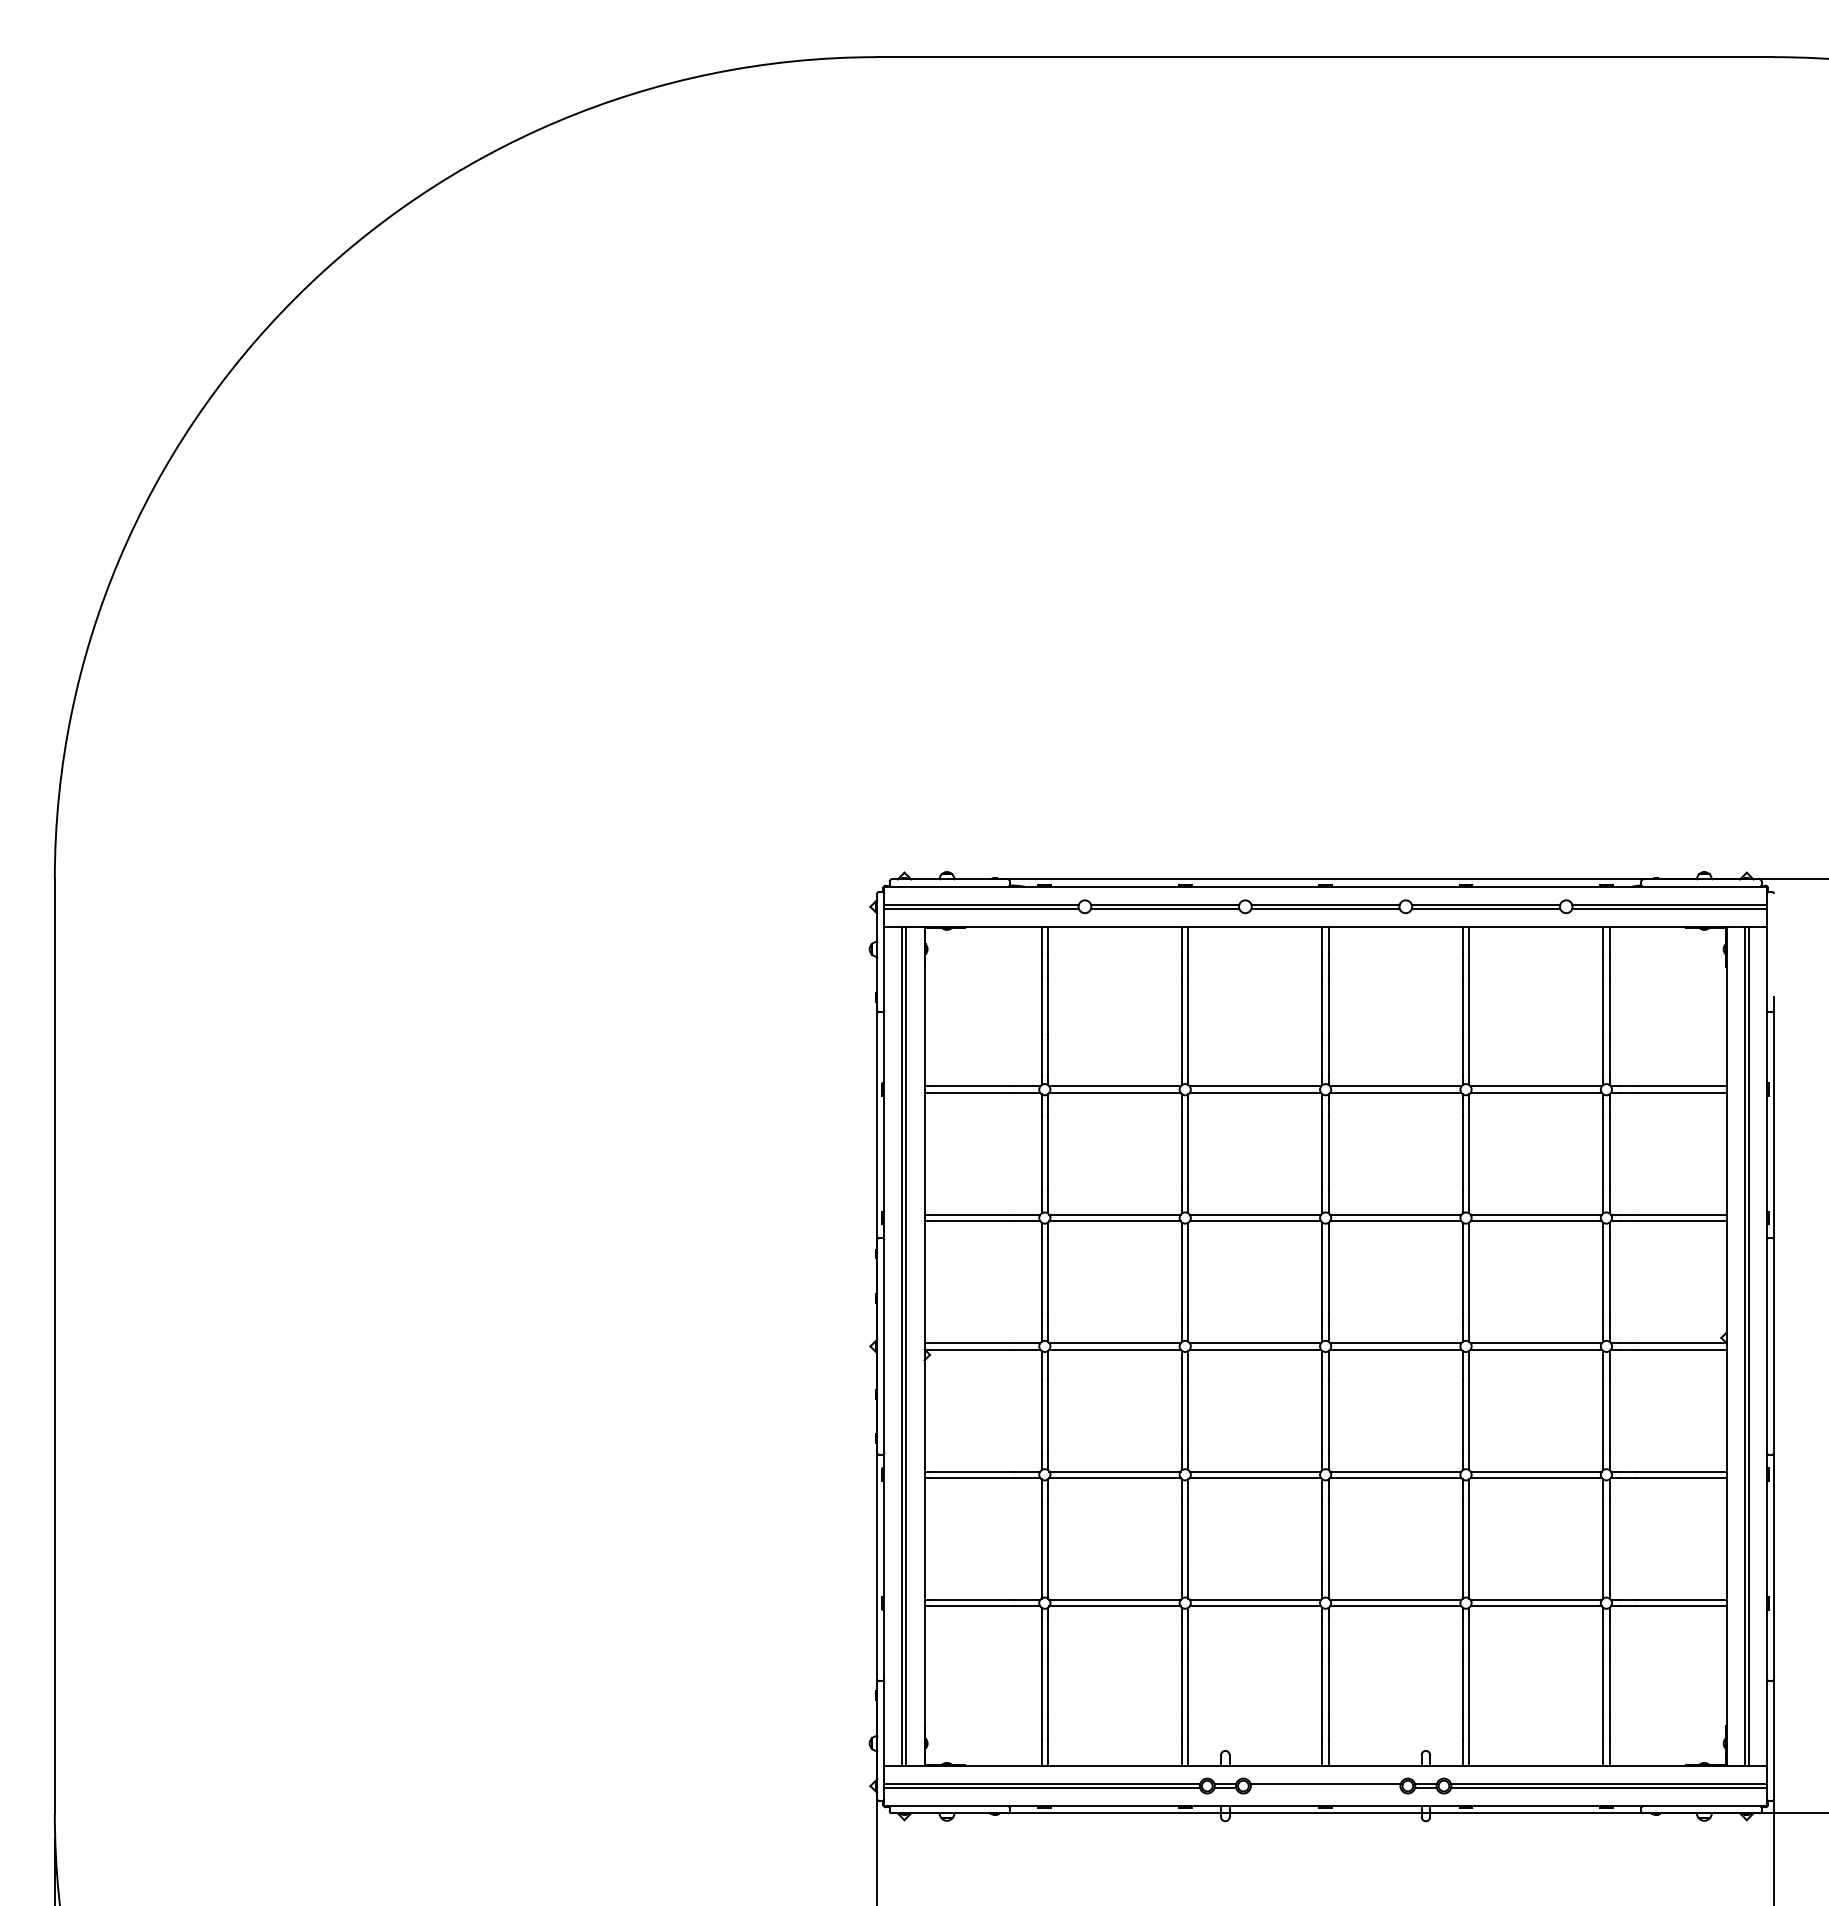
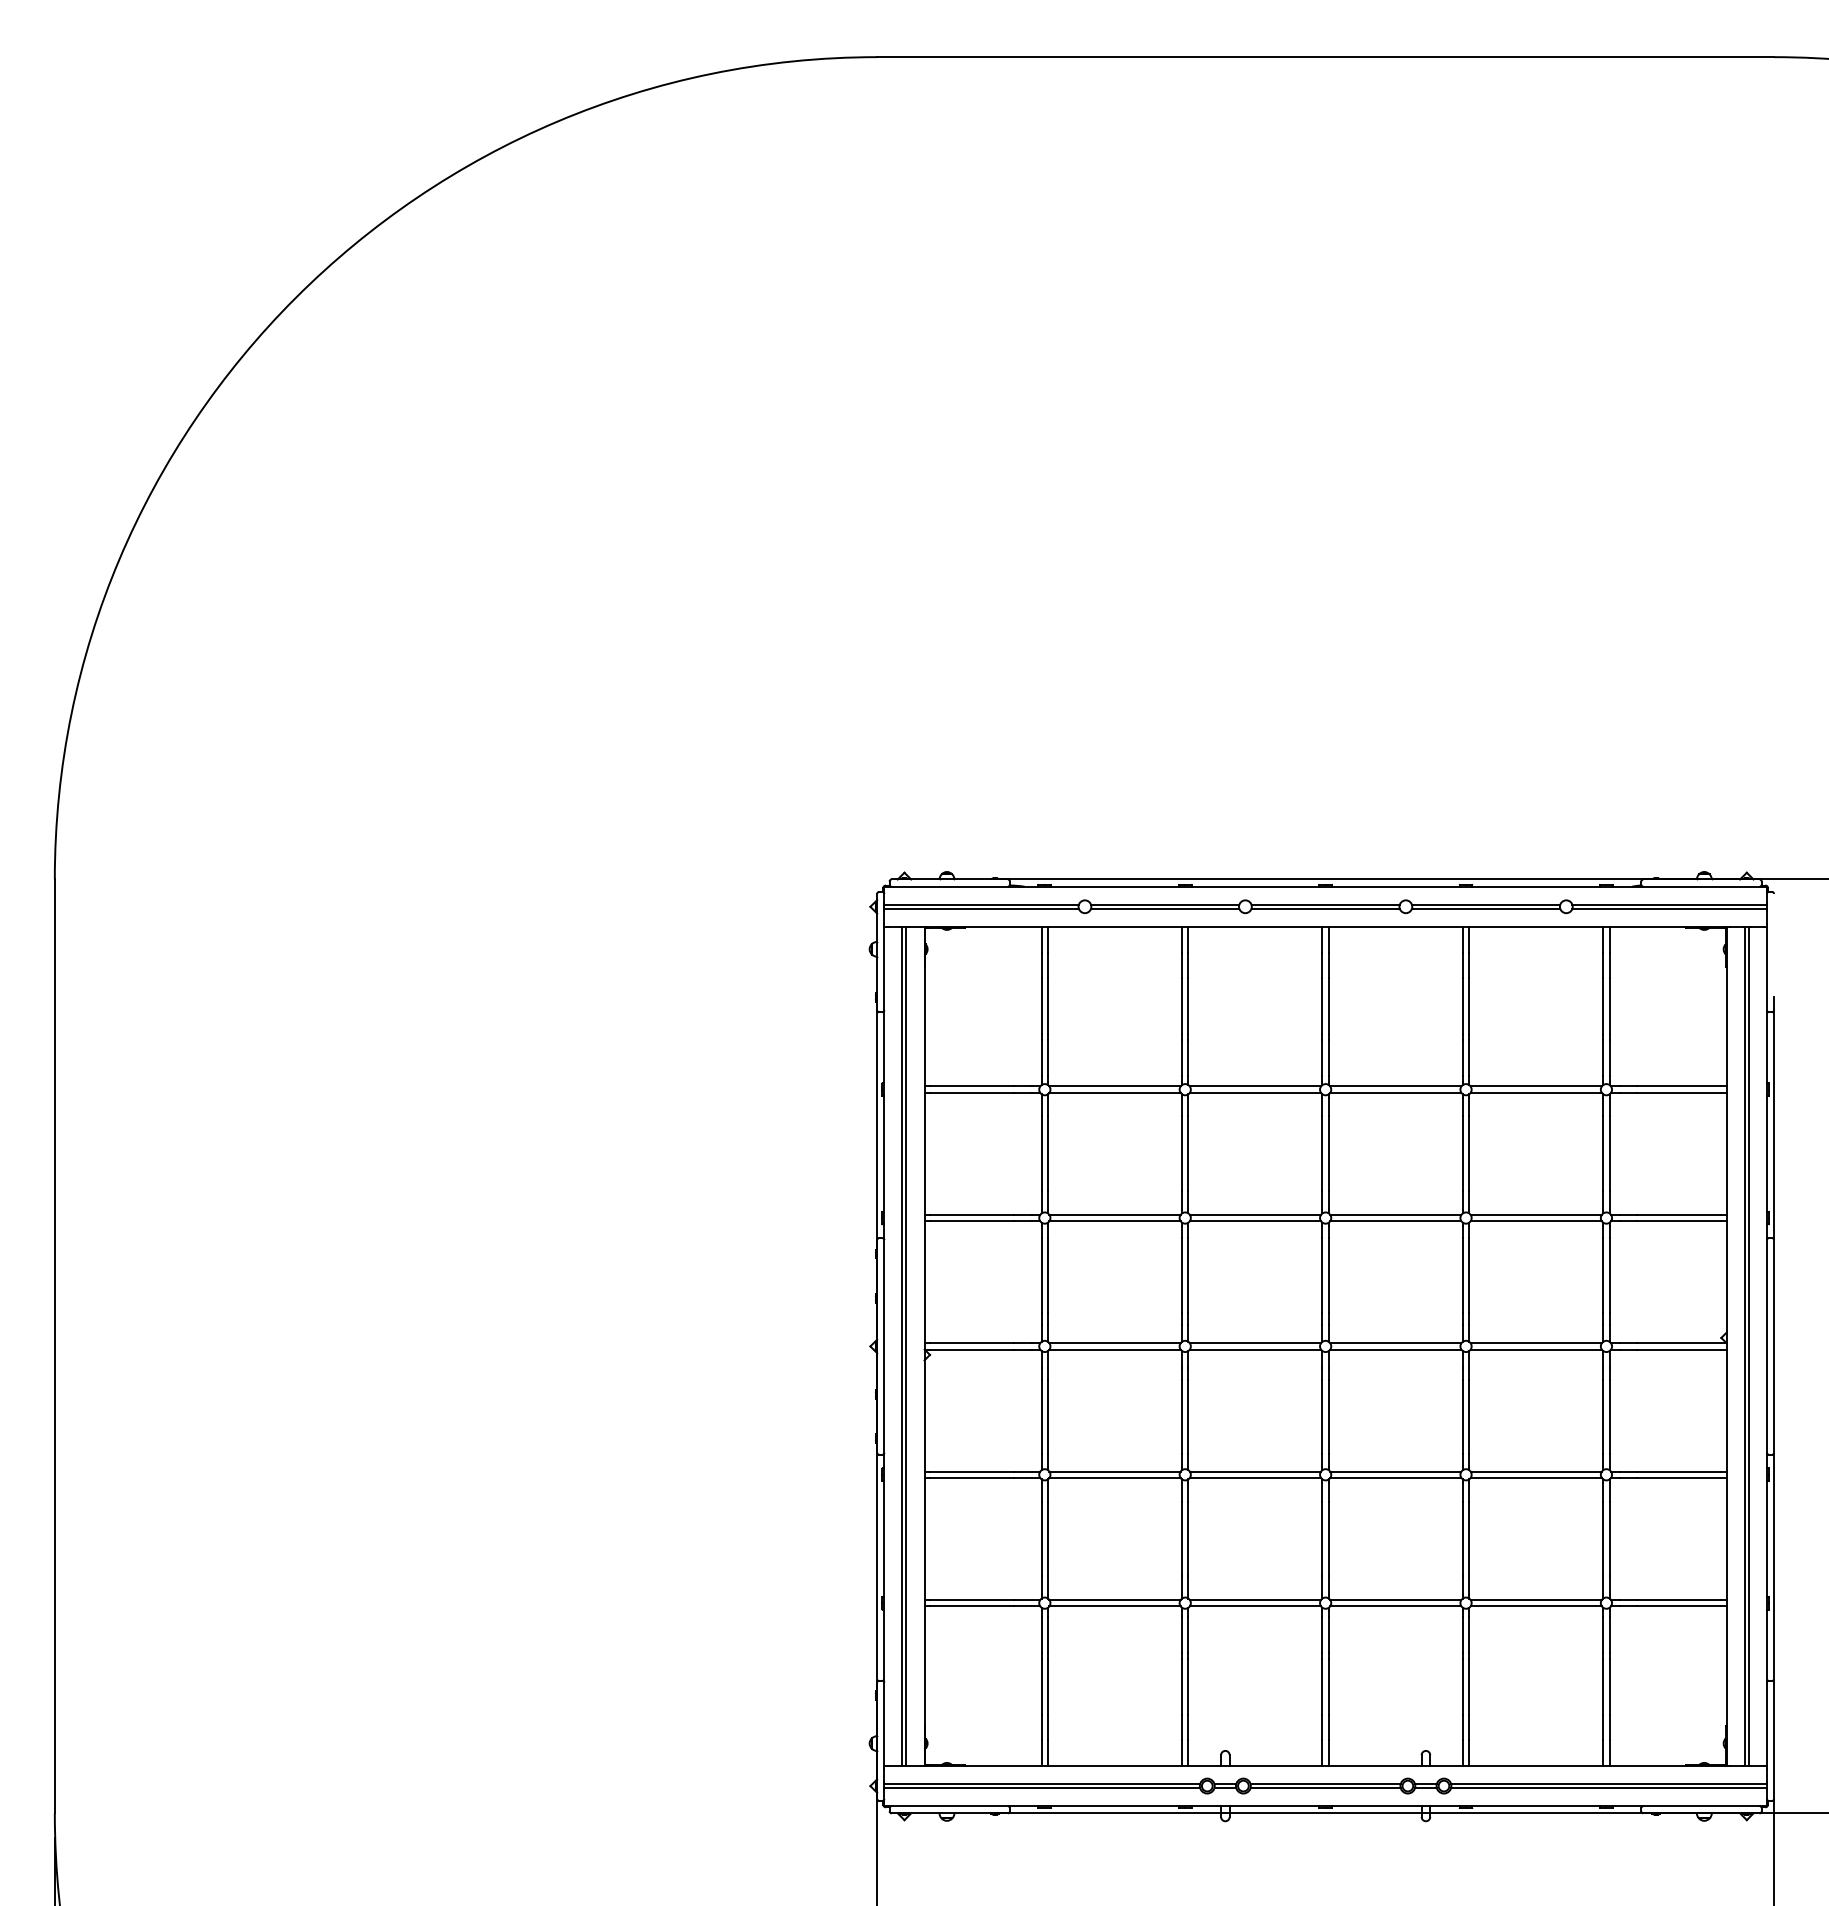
line at (1325, 1788): none -> present
